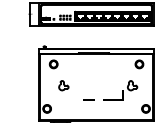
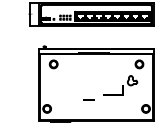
part at (63, 85): present -> none
part at (120, 90) position: (120, 90) -> (120, 85)
